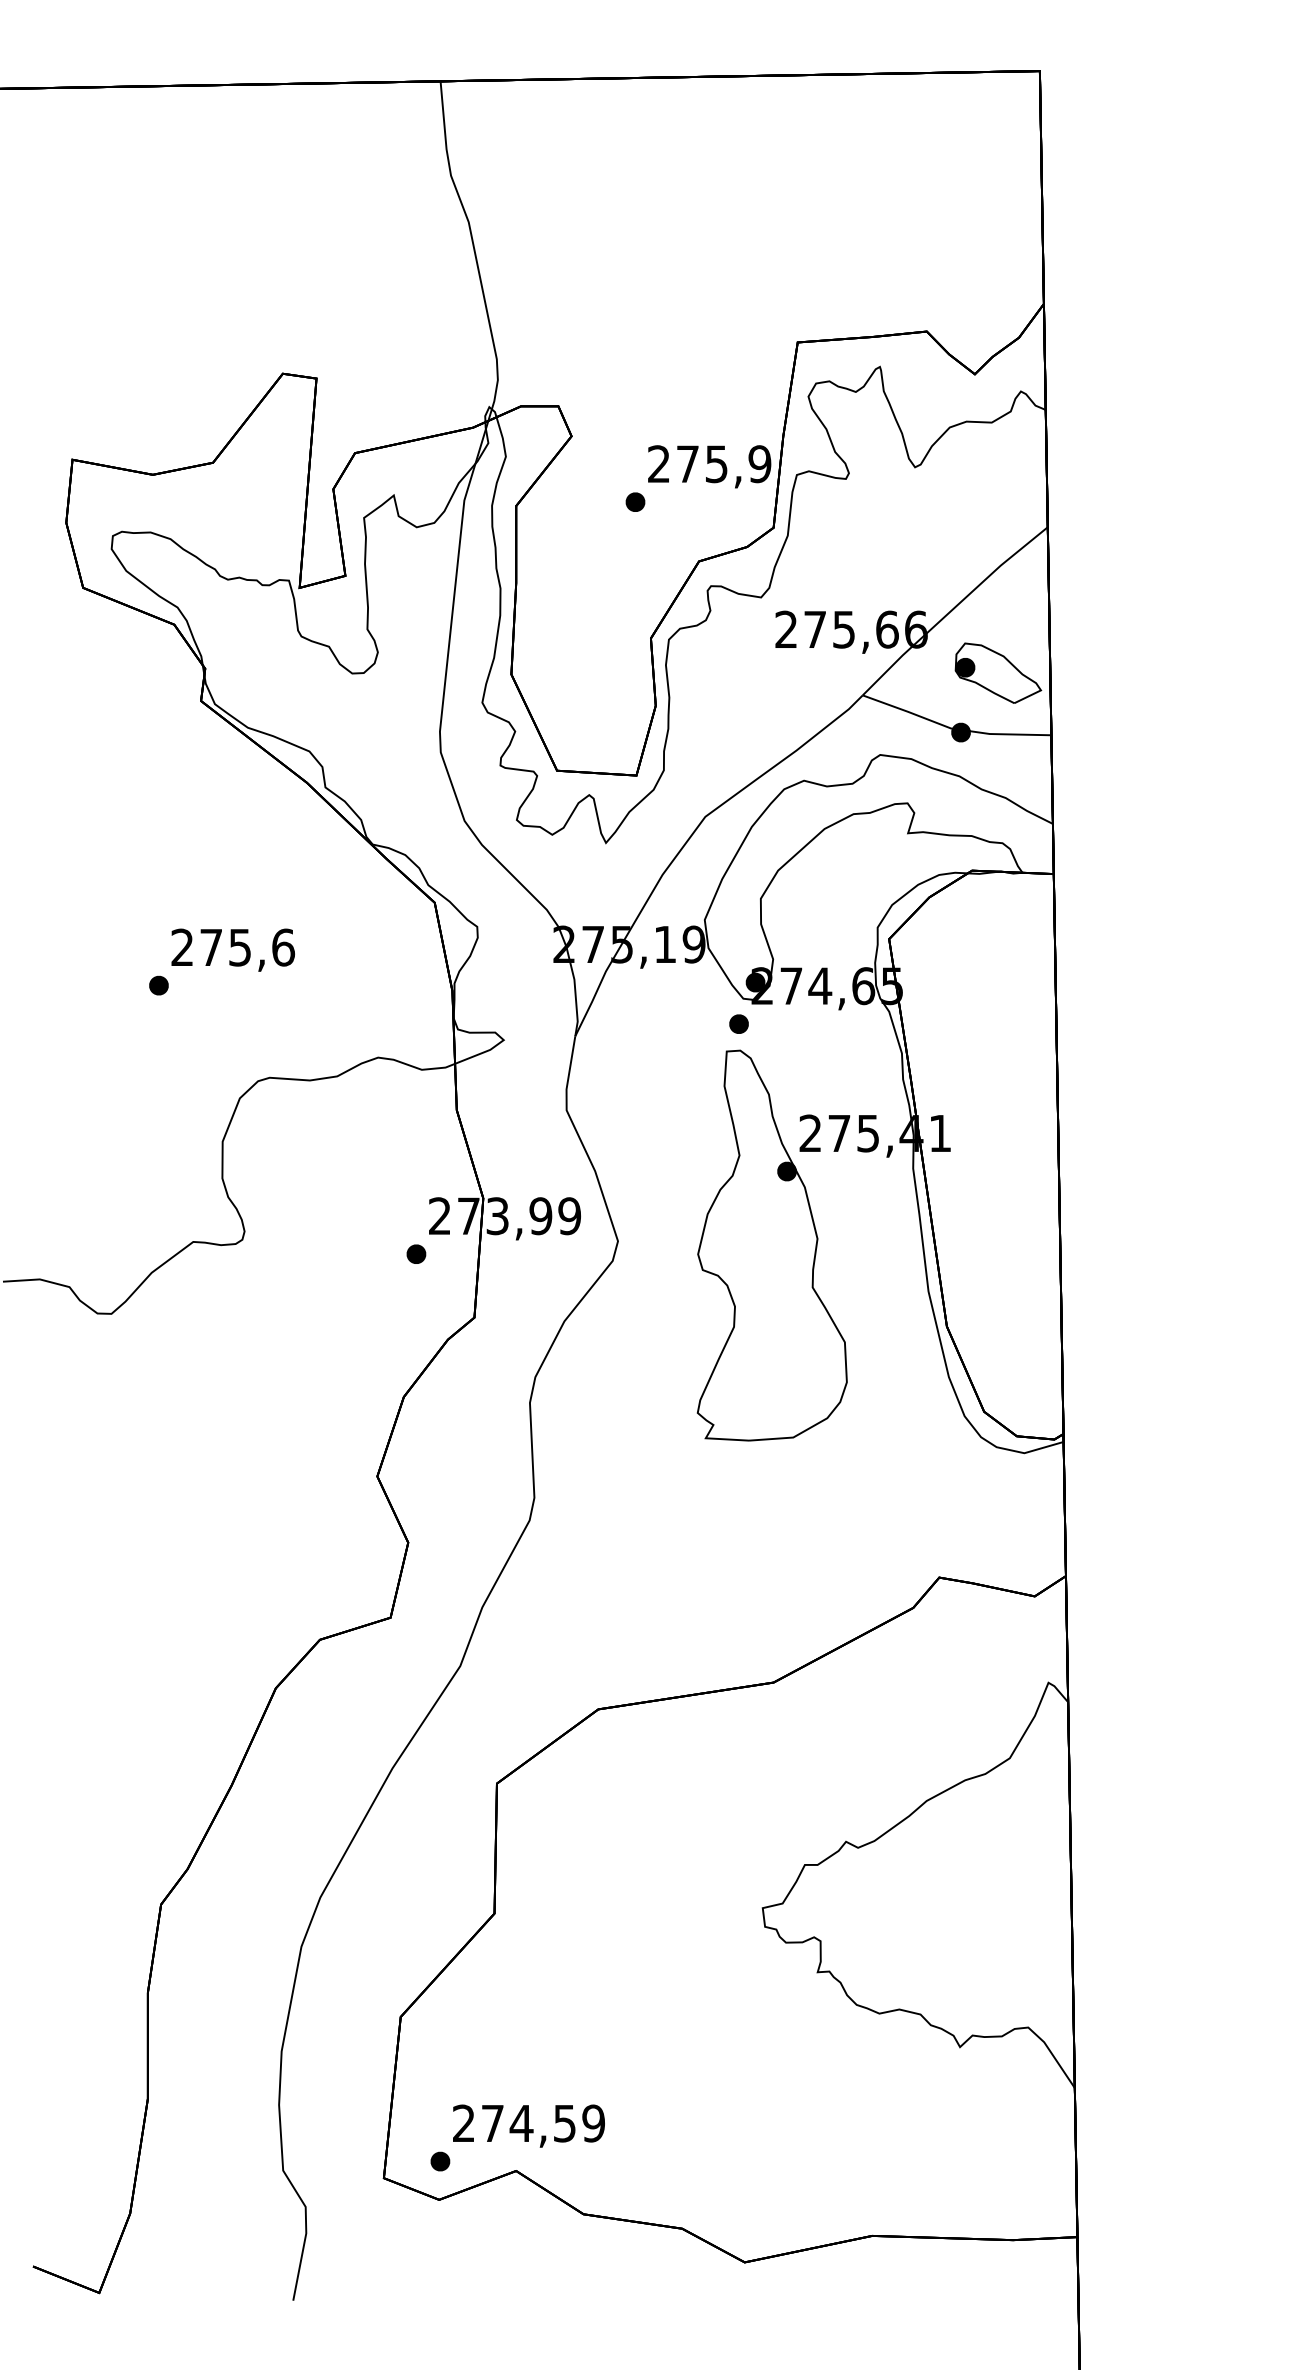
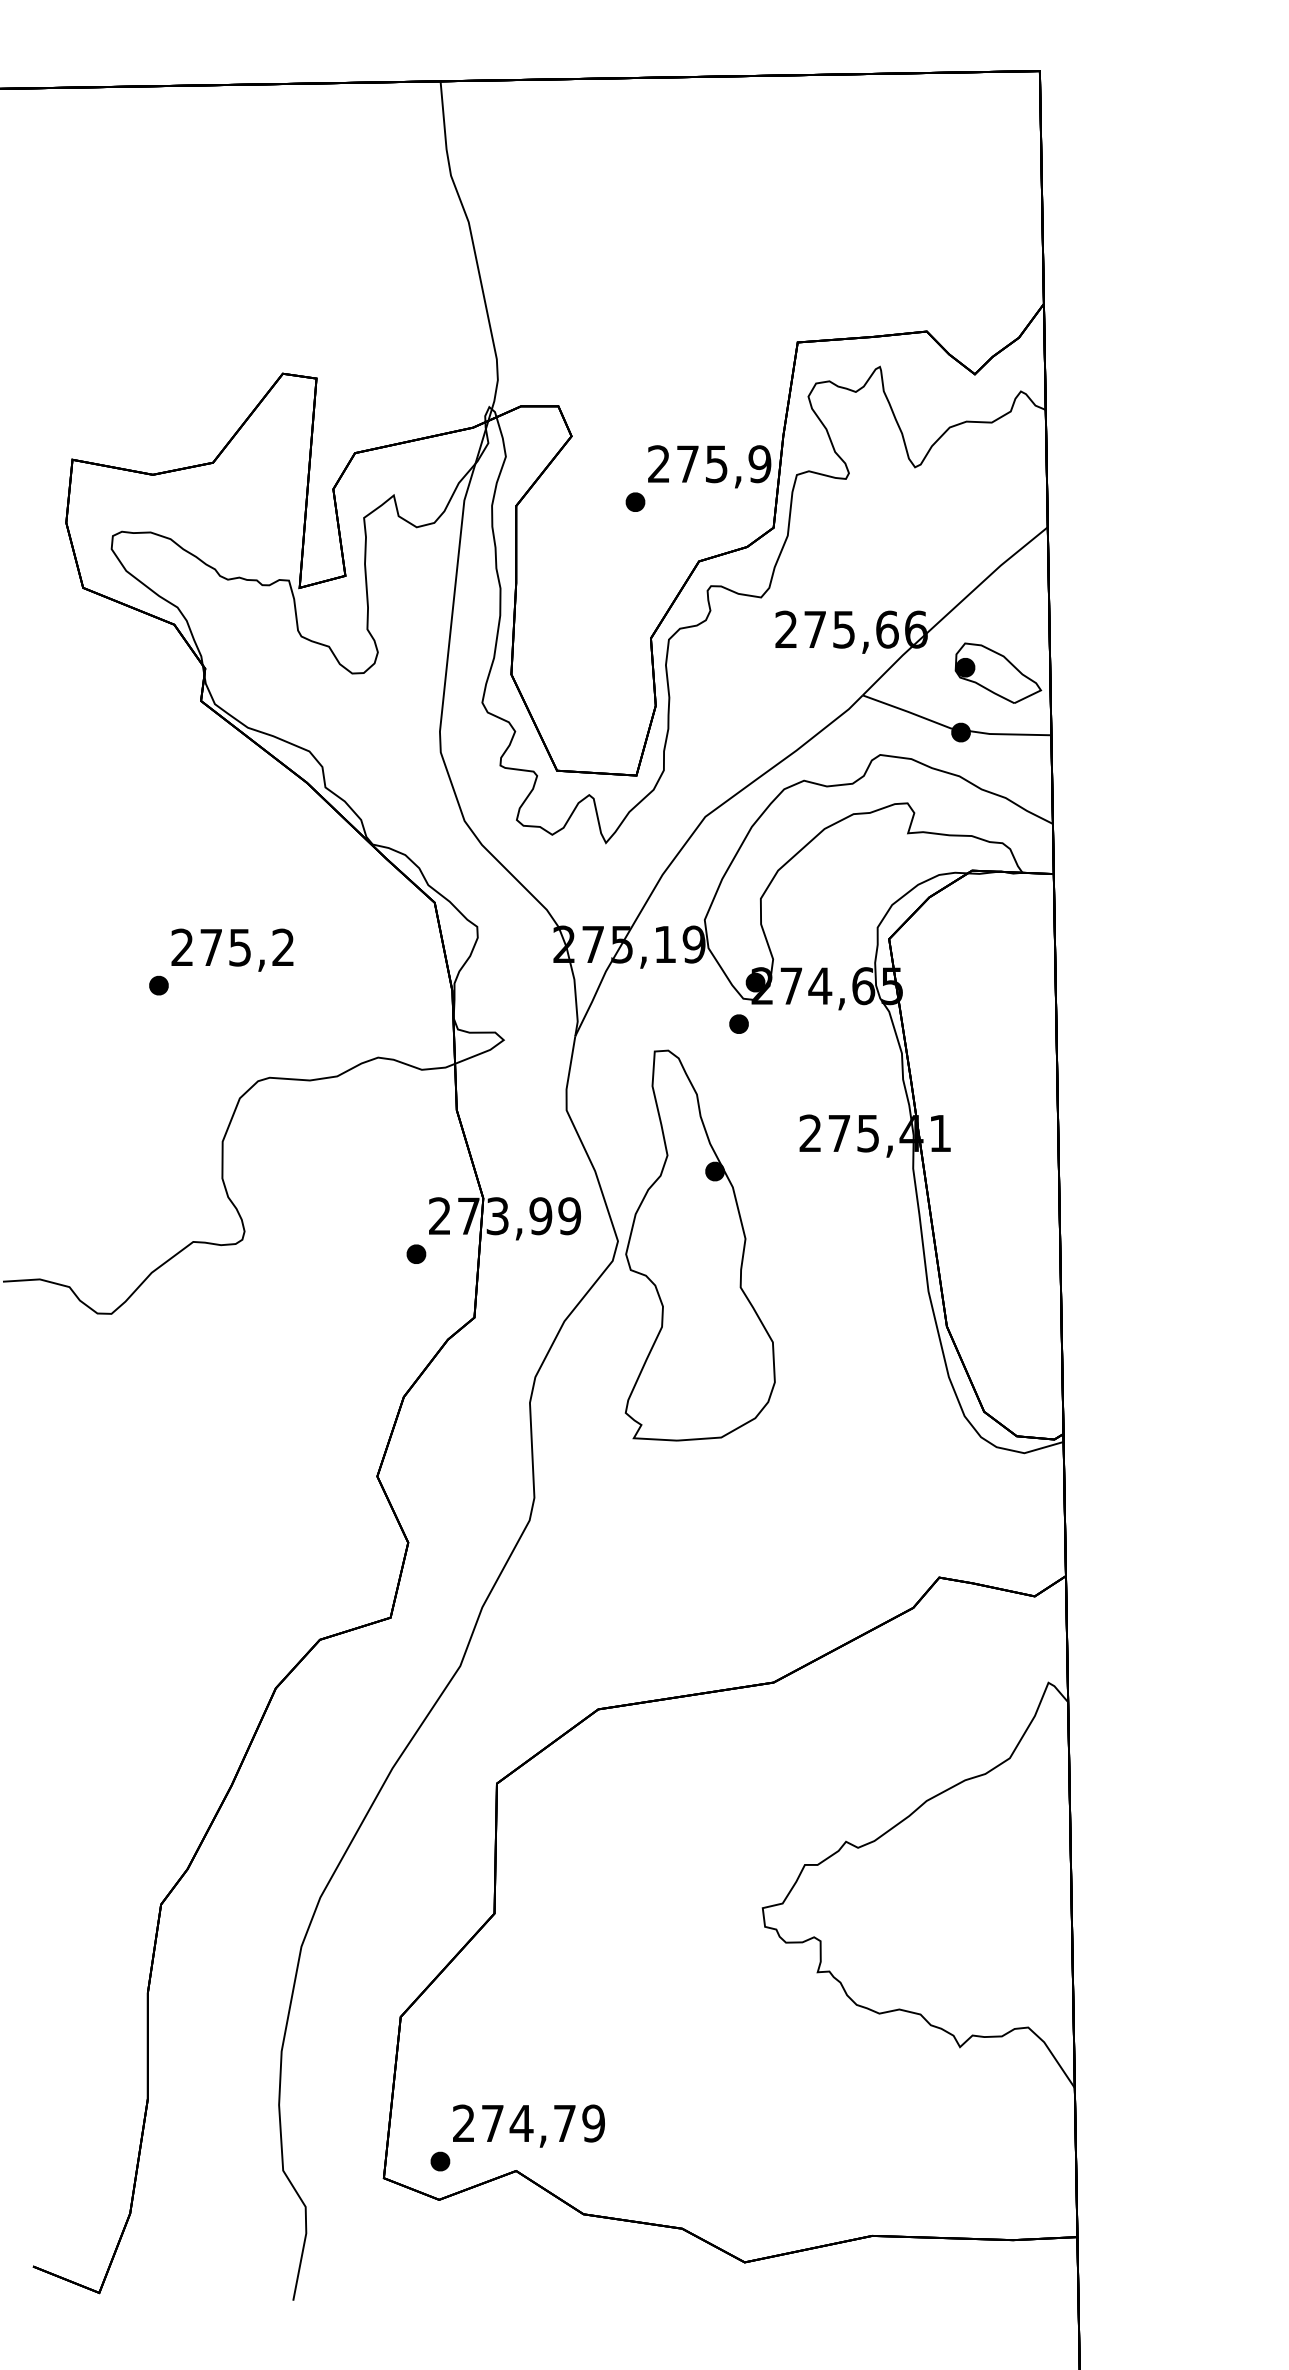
text at (283, 947): 275,6 -> 275,2
part at (771, 1245) position: (771, 1245) -> (699, 1245)
text at (564, 2123): 274,59 -> 274,79
